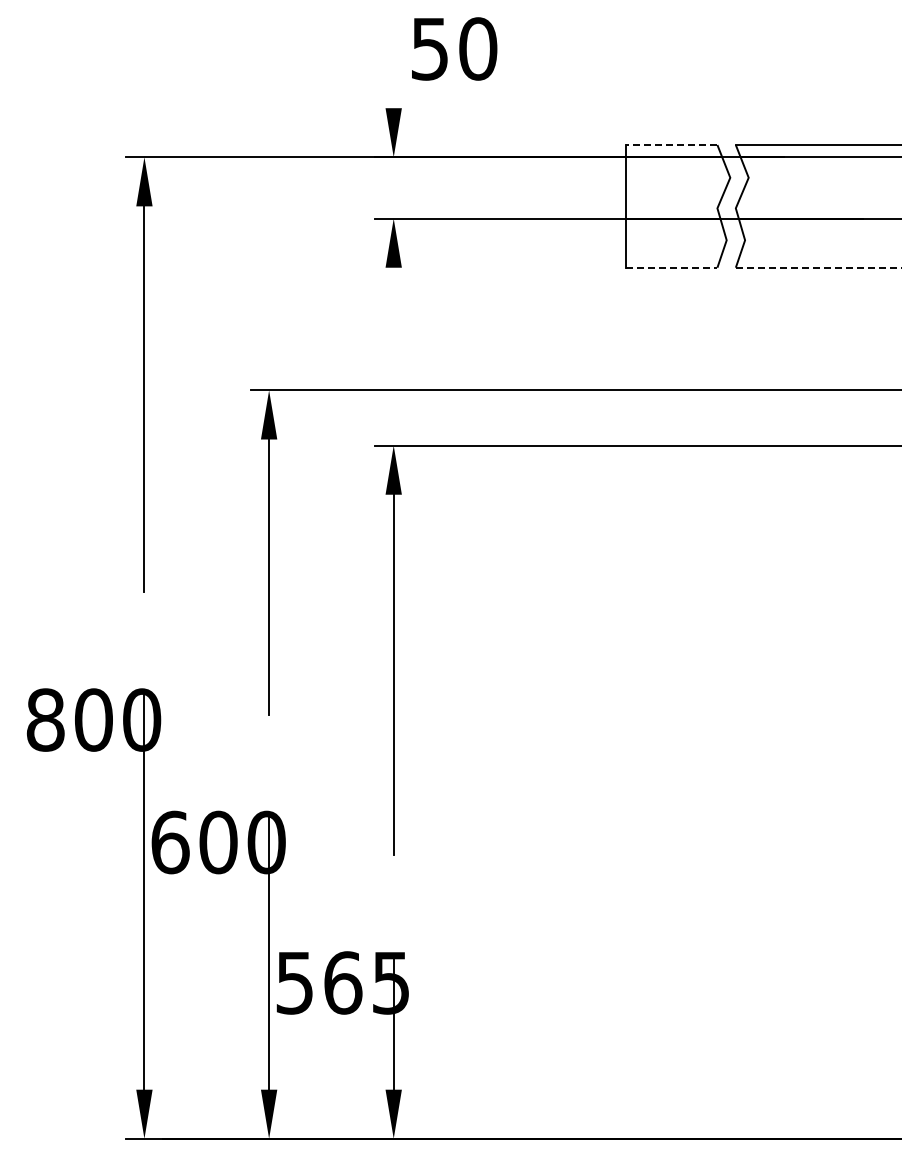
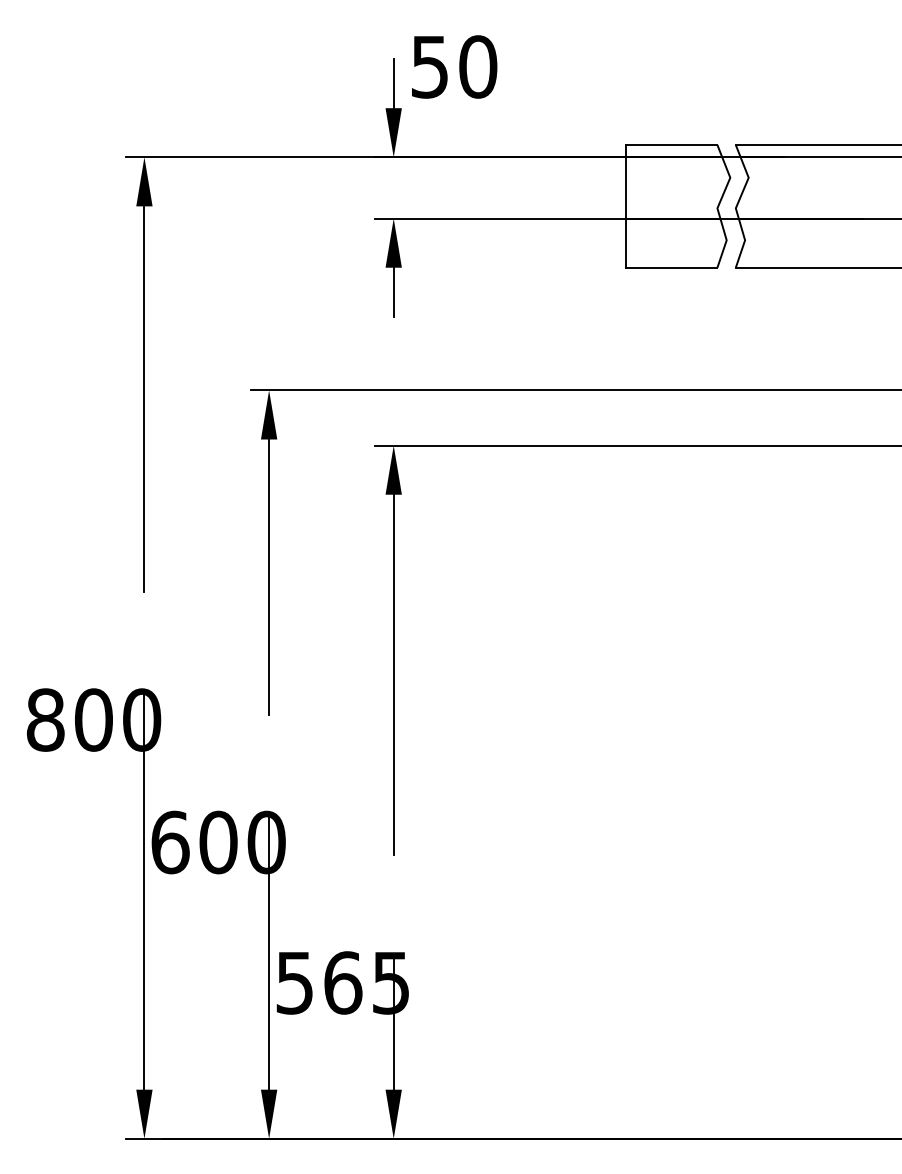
text at (454, 48) position: (454, 48) -> (454, 66)
line at (393, 83): none -> present
line at (671, 145): dashed -> solid
line at (671, 267): dashed -> solid
line at (818, 267): dashed -> solid
line at (393, 291): none -> present
